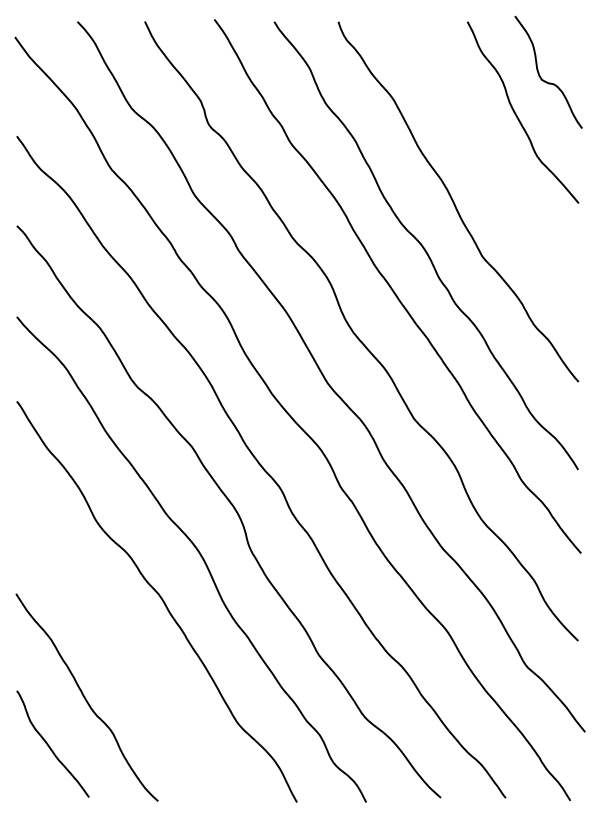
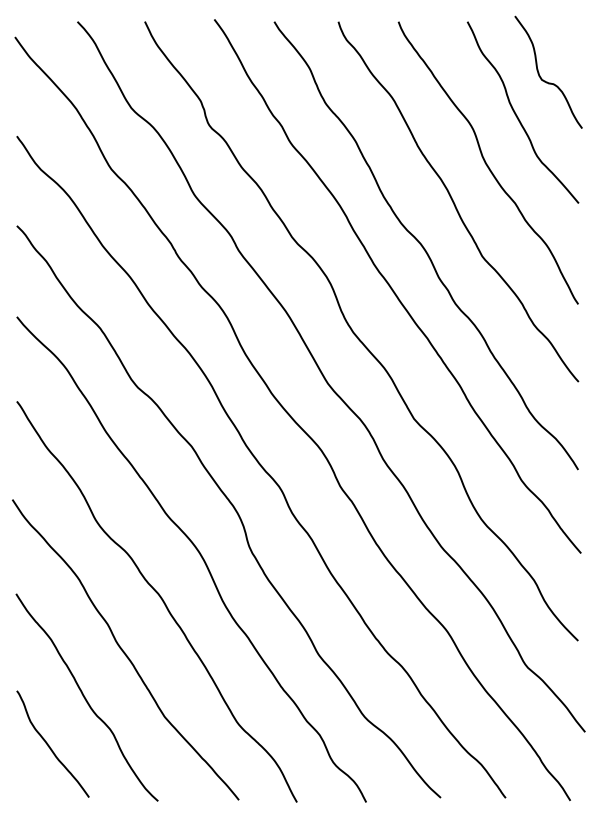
curve at (486, 162): none -> present
curve at (123, 650): none -> present
